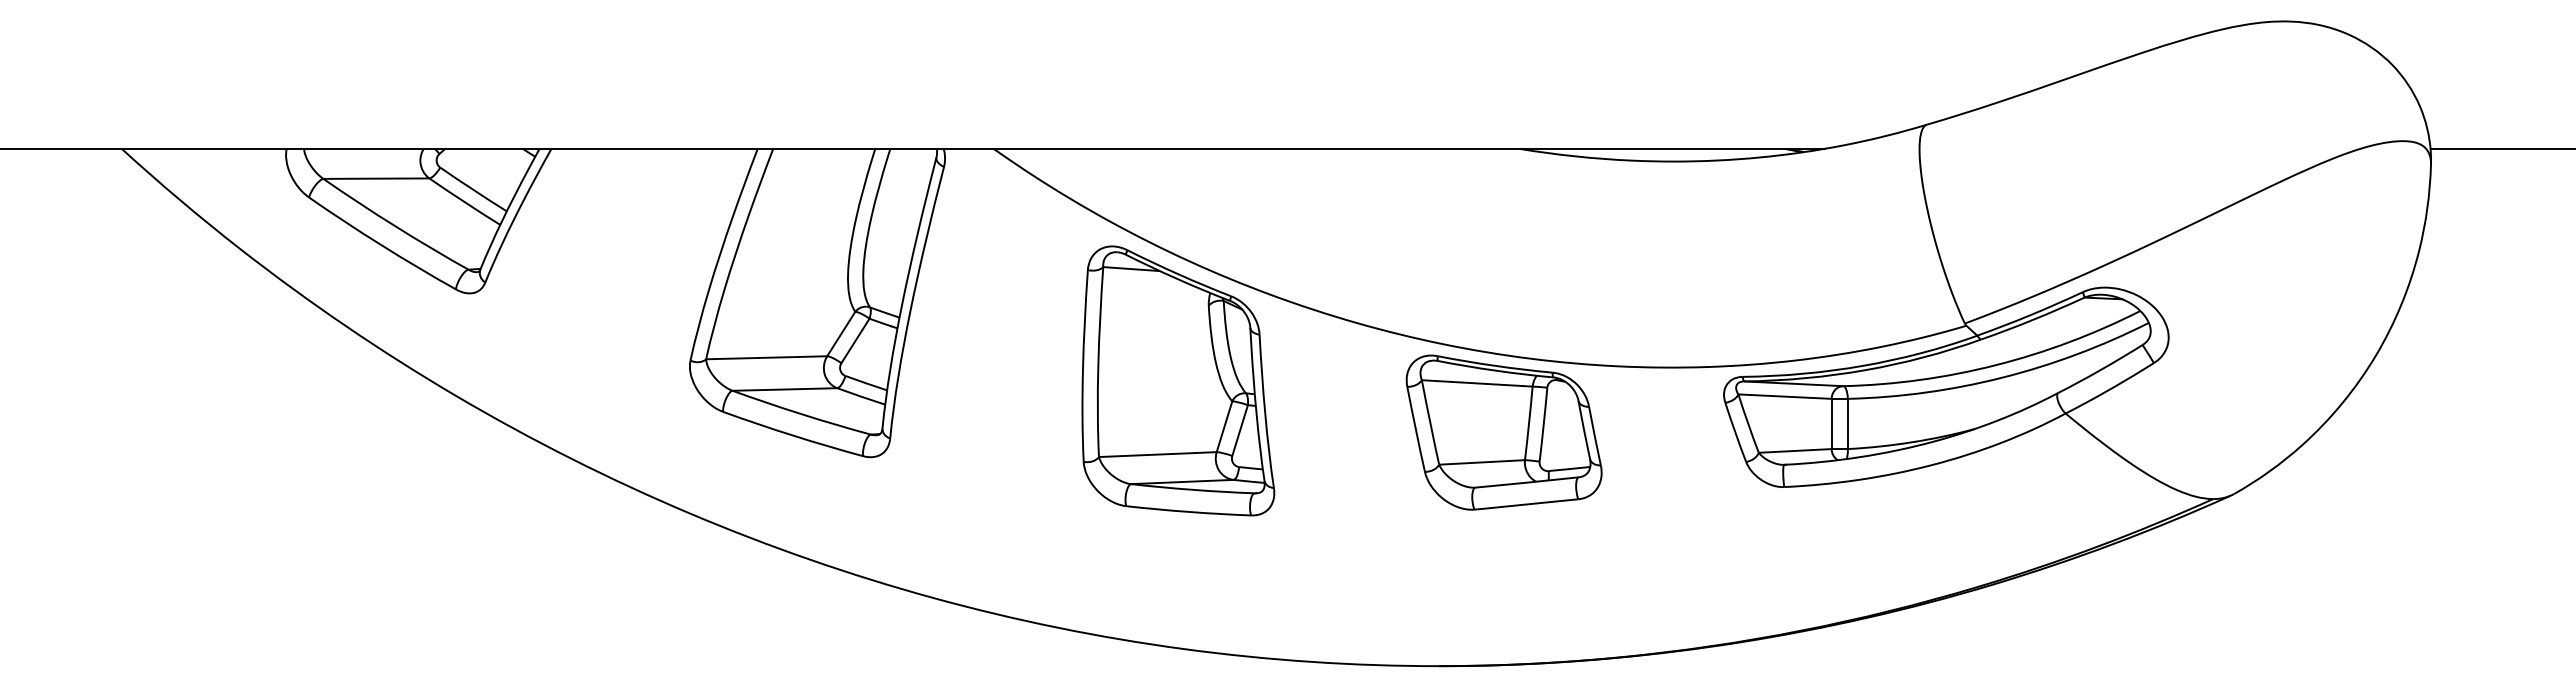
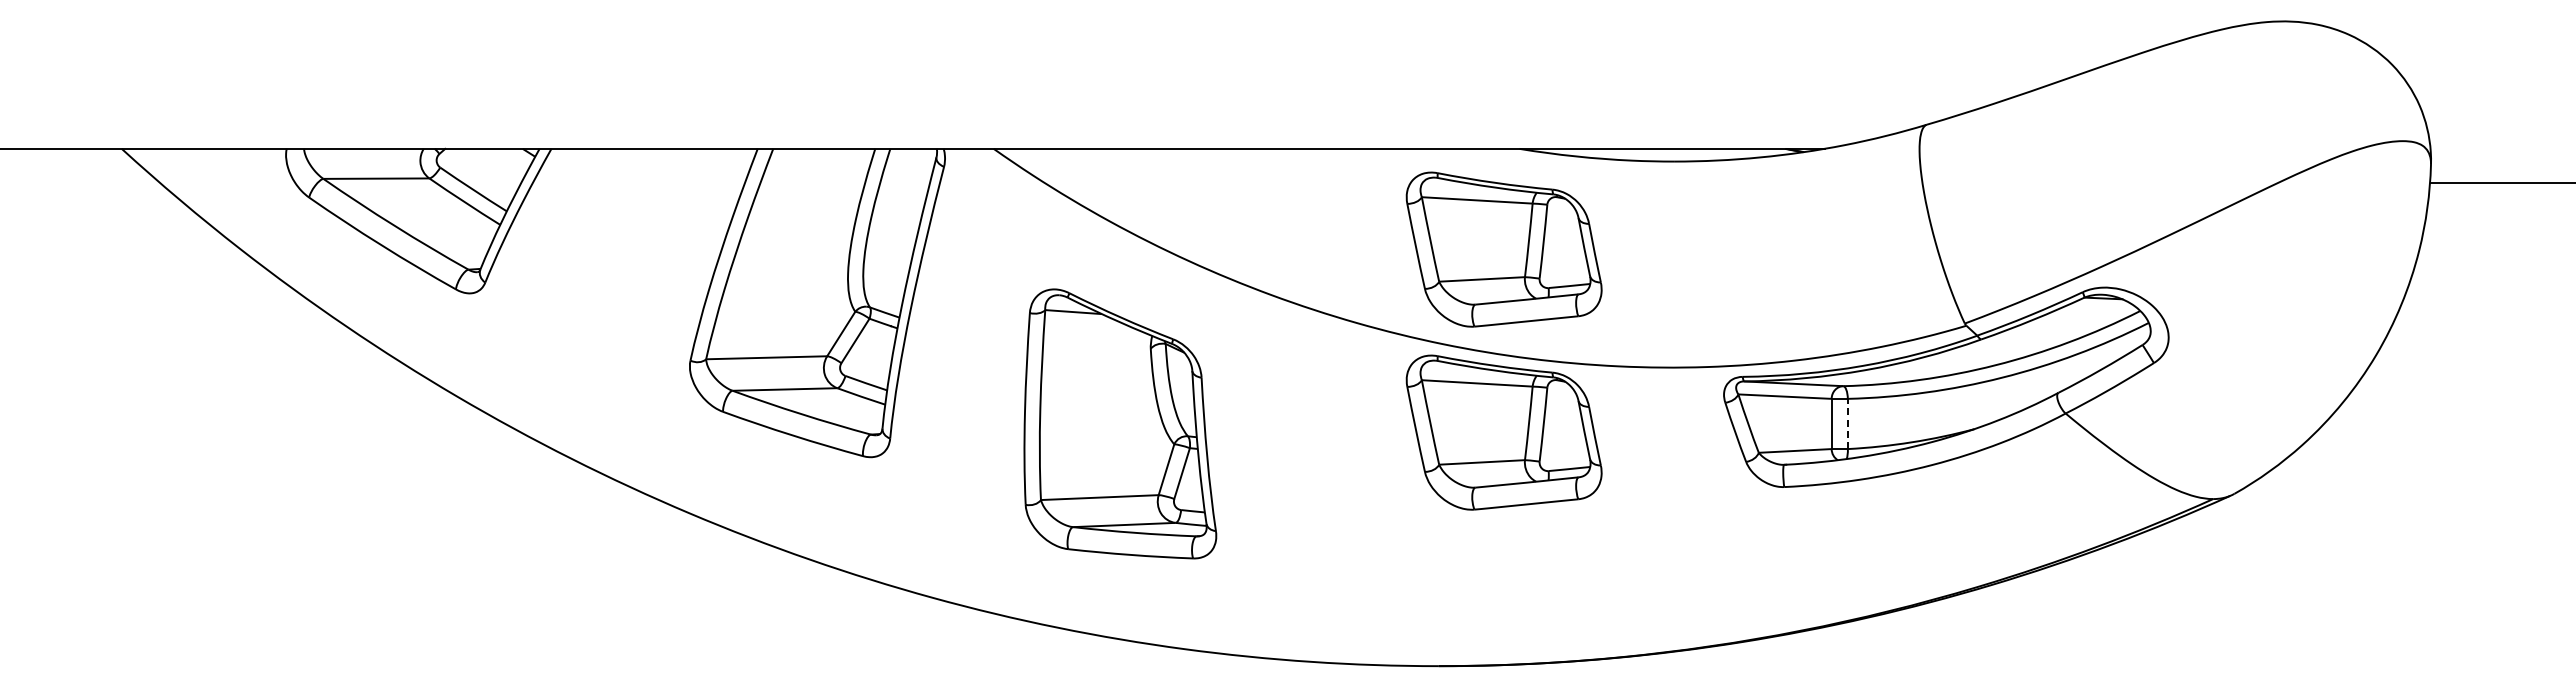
line at (2501, 148) position: (2501, 148) -> (2501, 182)
part at (1503, 249): none -> present
part at (1178, 380) position: (1178, 380) -> (1120, 423)
line at (1847, 423): solid -> dashed
